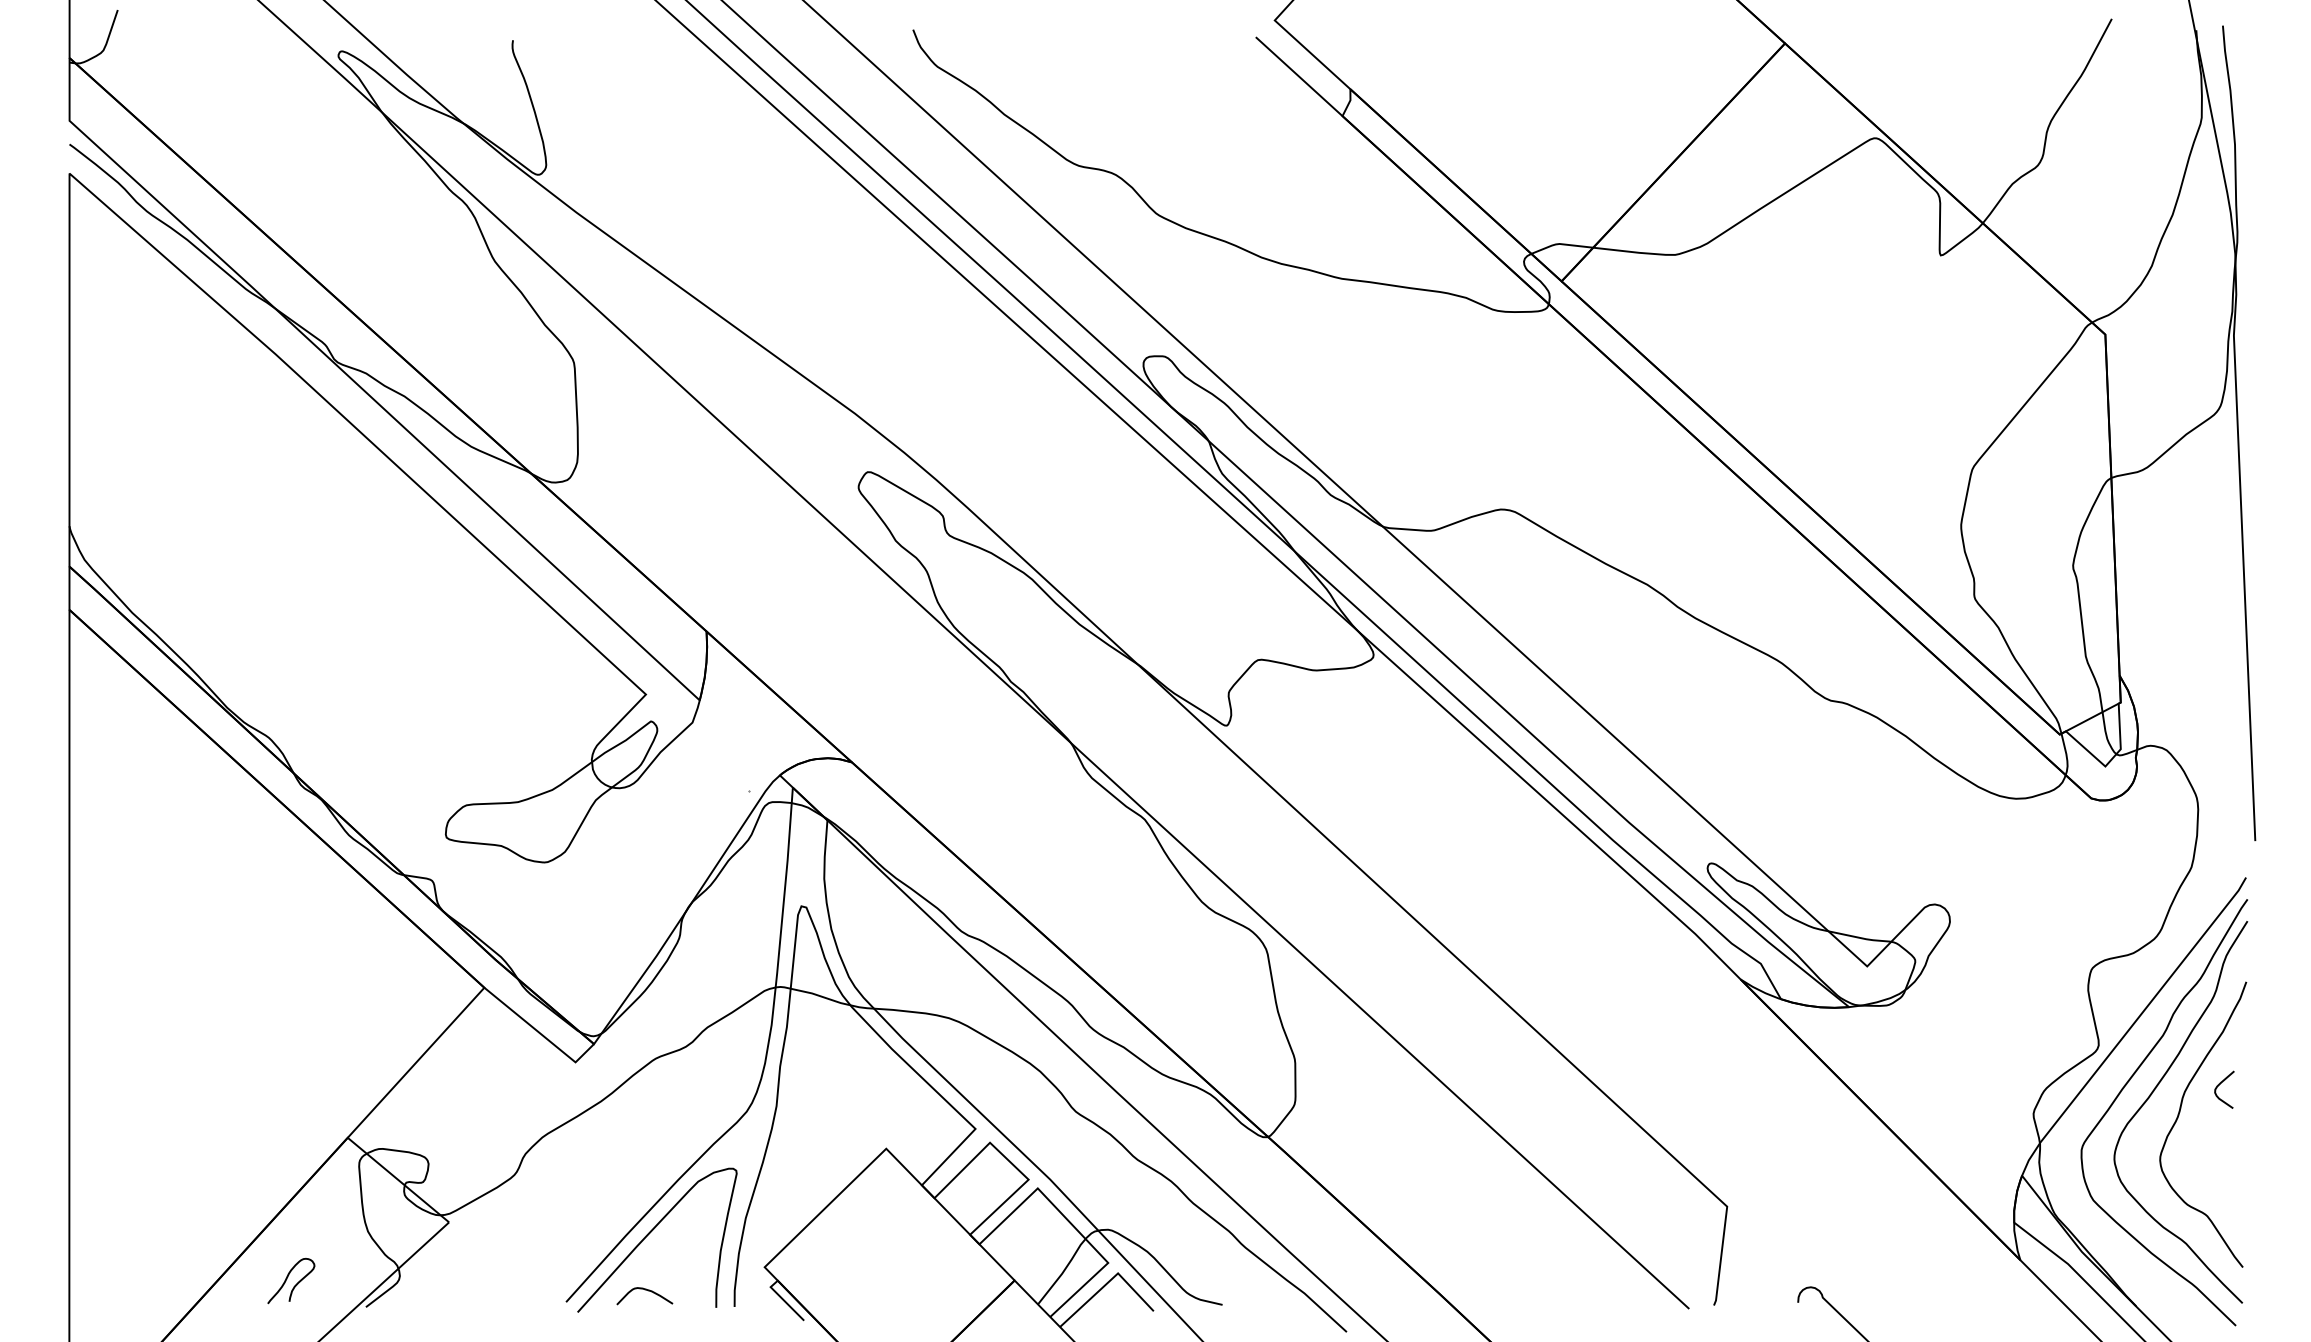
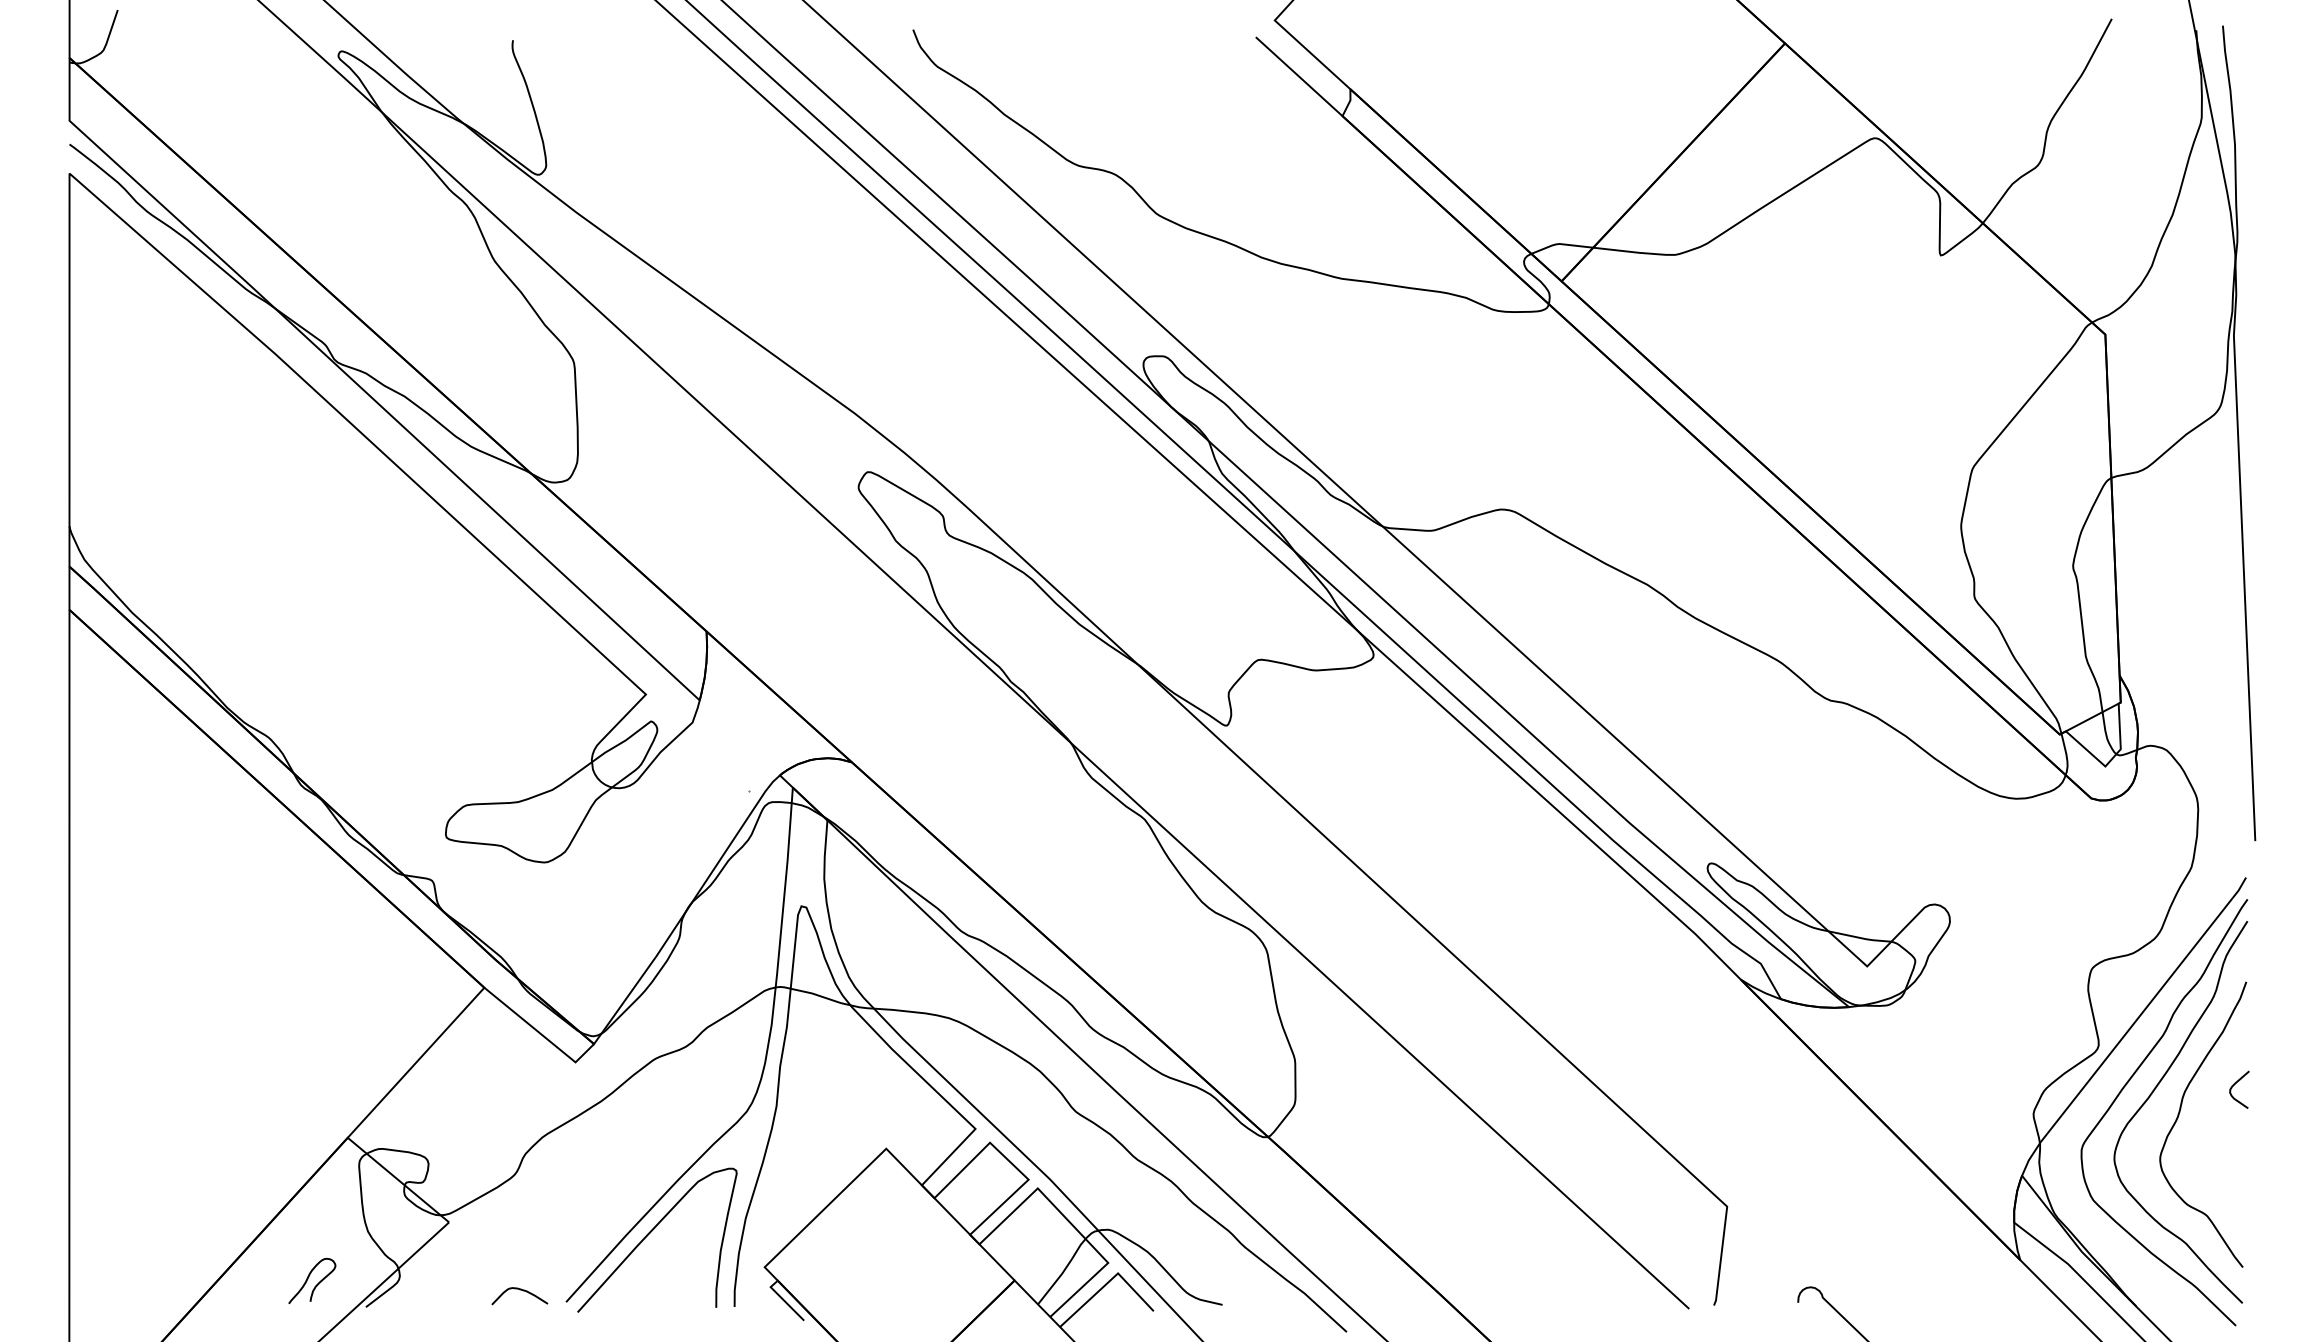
curve at (2220, 1084) position: (2220, 1084) -> (2235, 1084)
curve at (287, 1279) position: (287, 1279) -> (308, 1279)
curve at (644, 1290) position: (644, 1290) -> (519, 1290)
